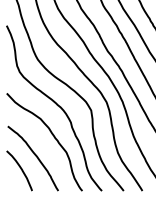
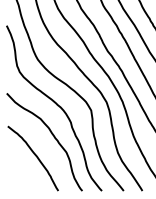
curve at (20, 169): present -> none
